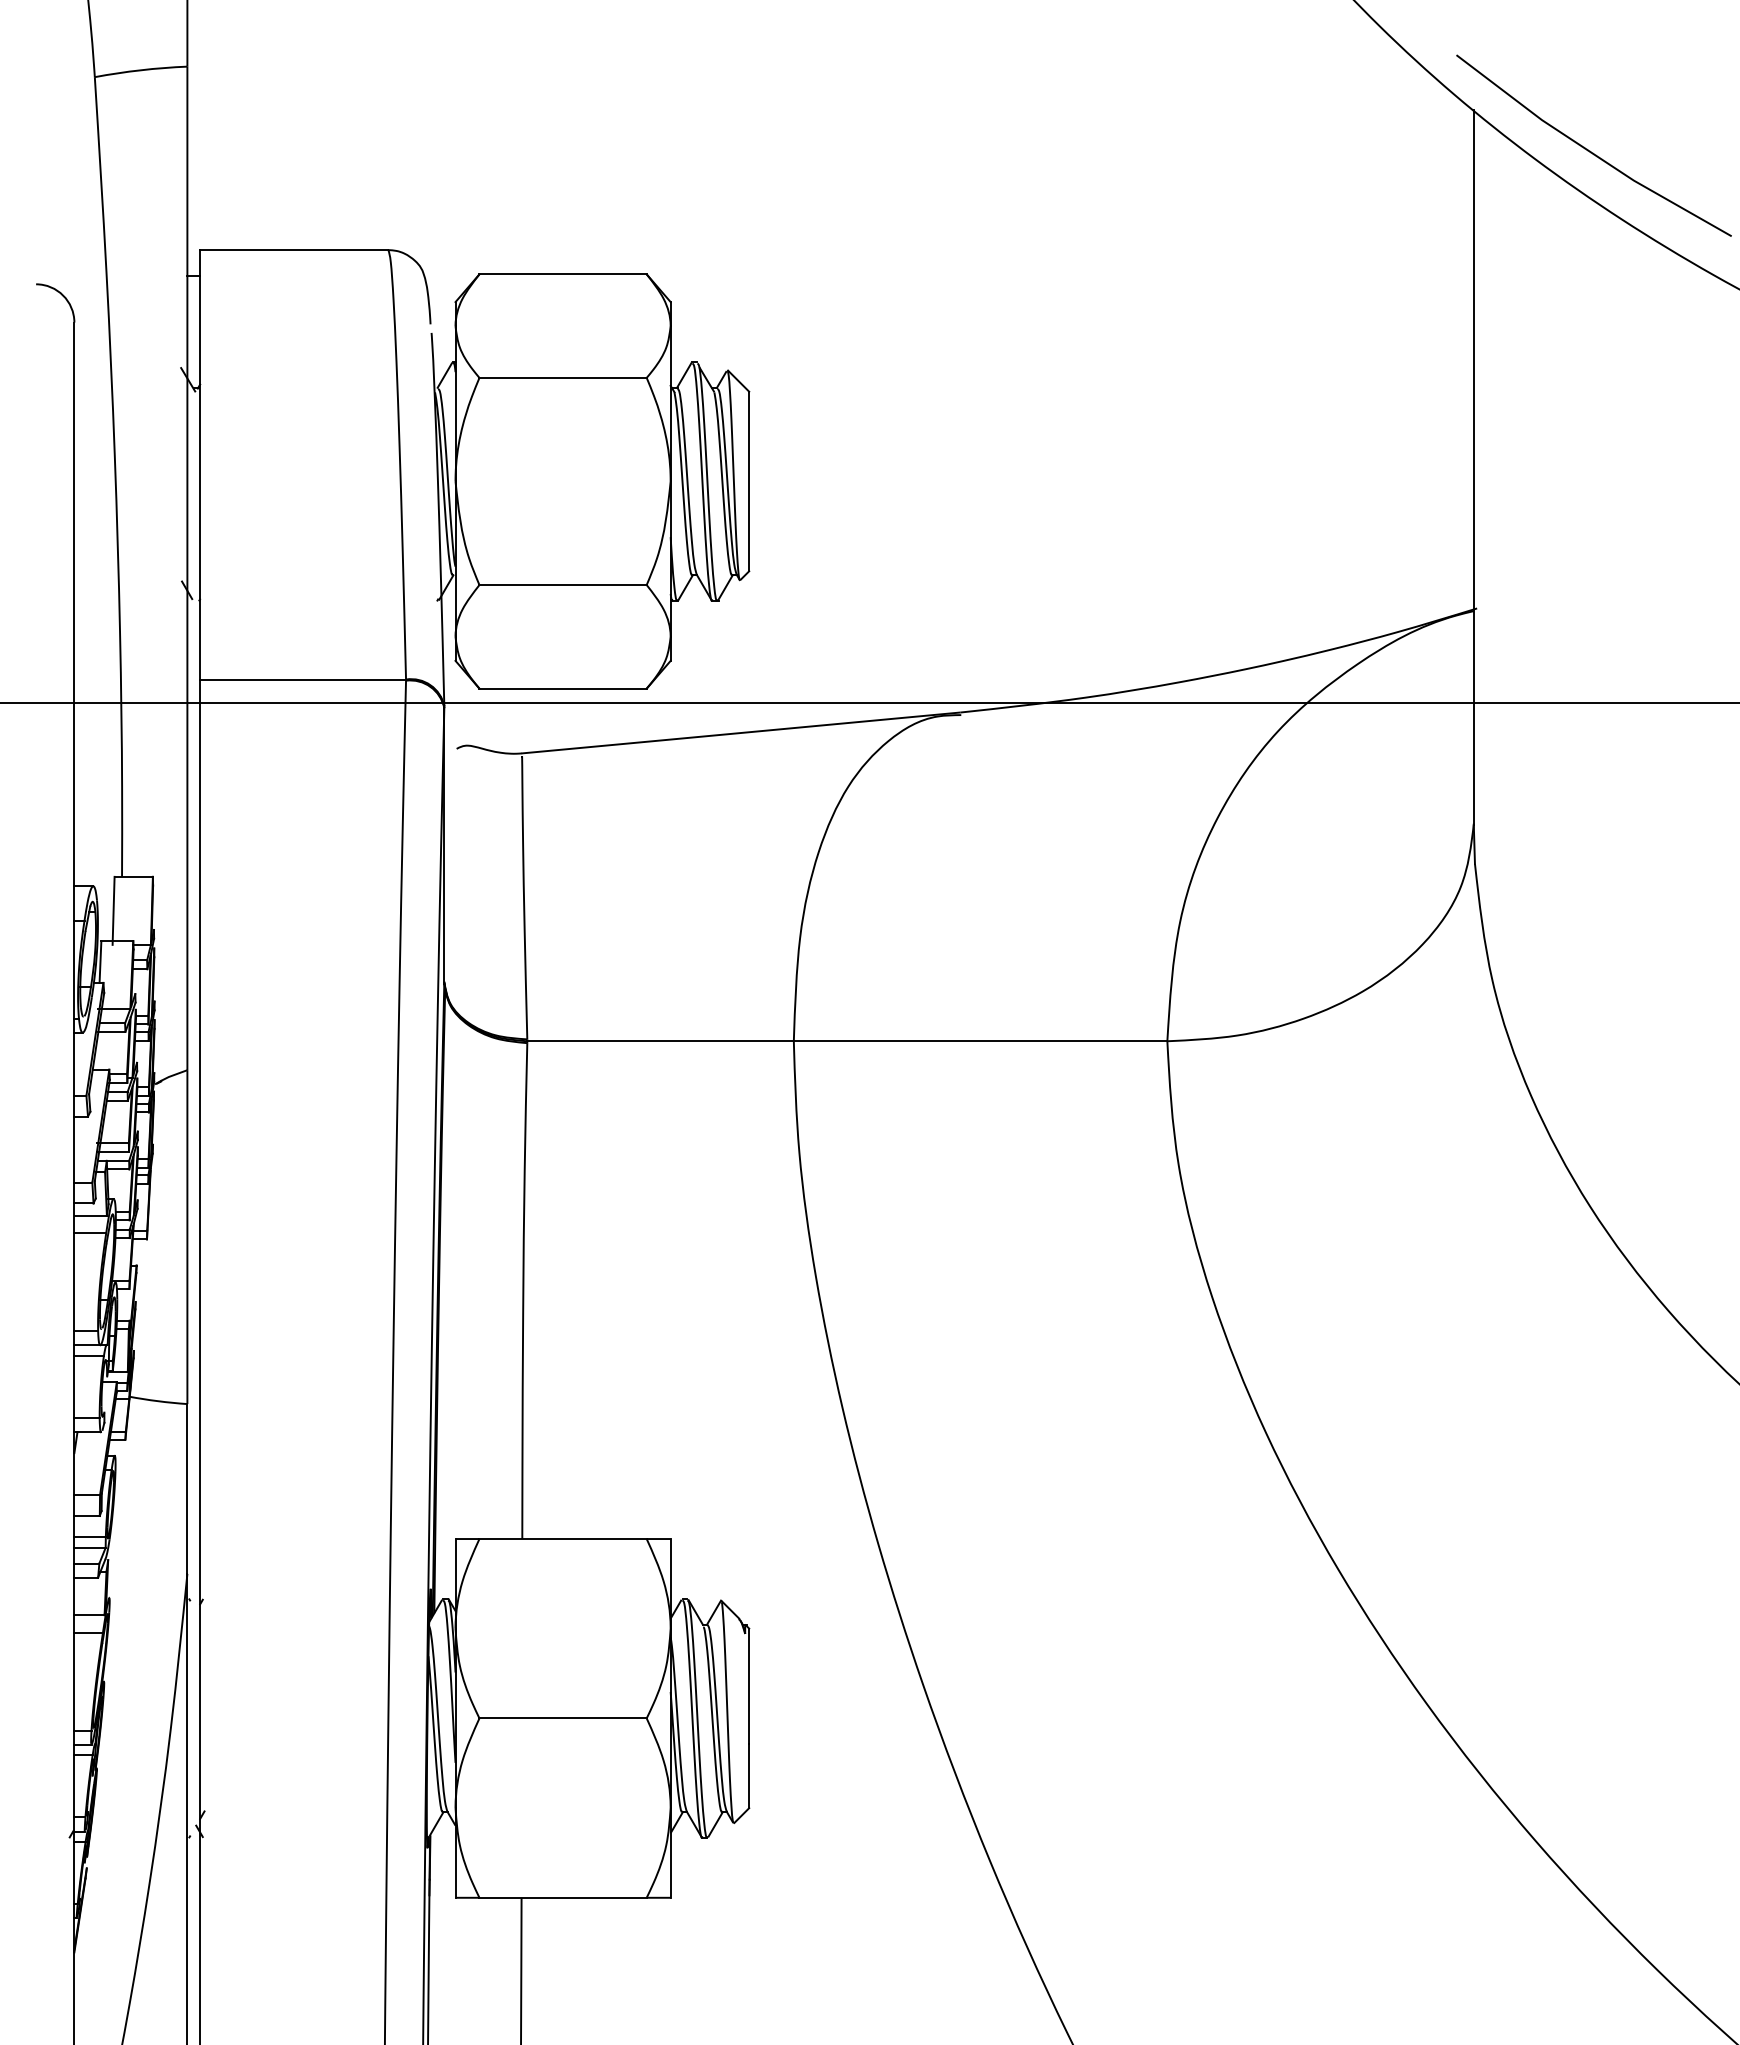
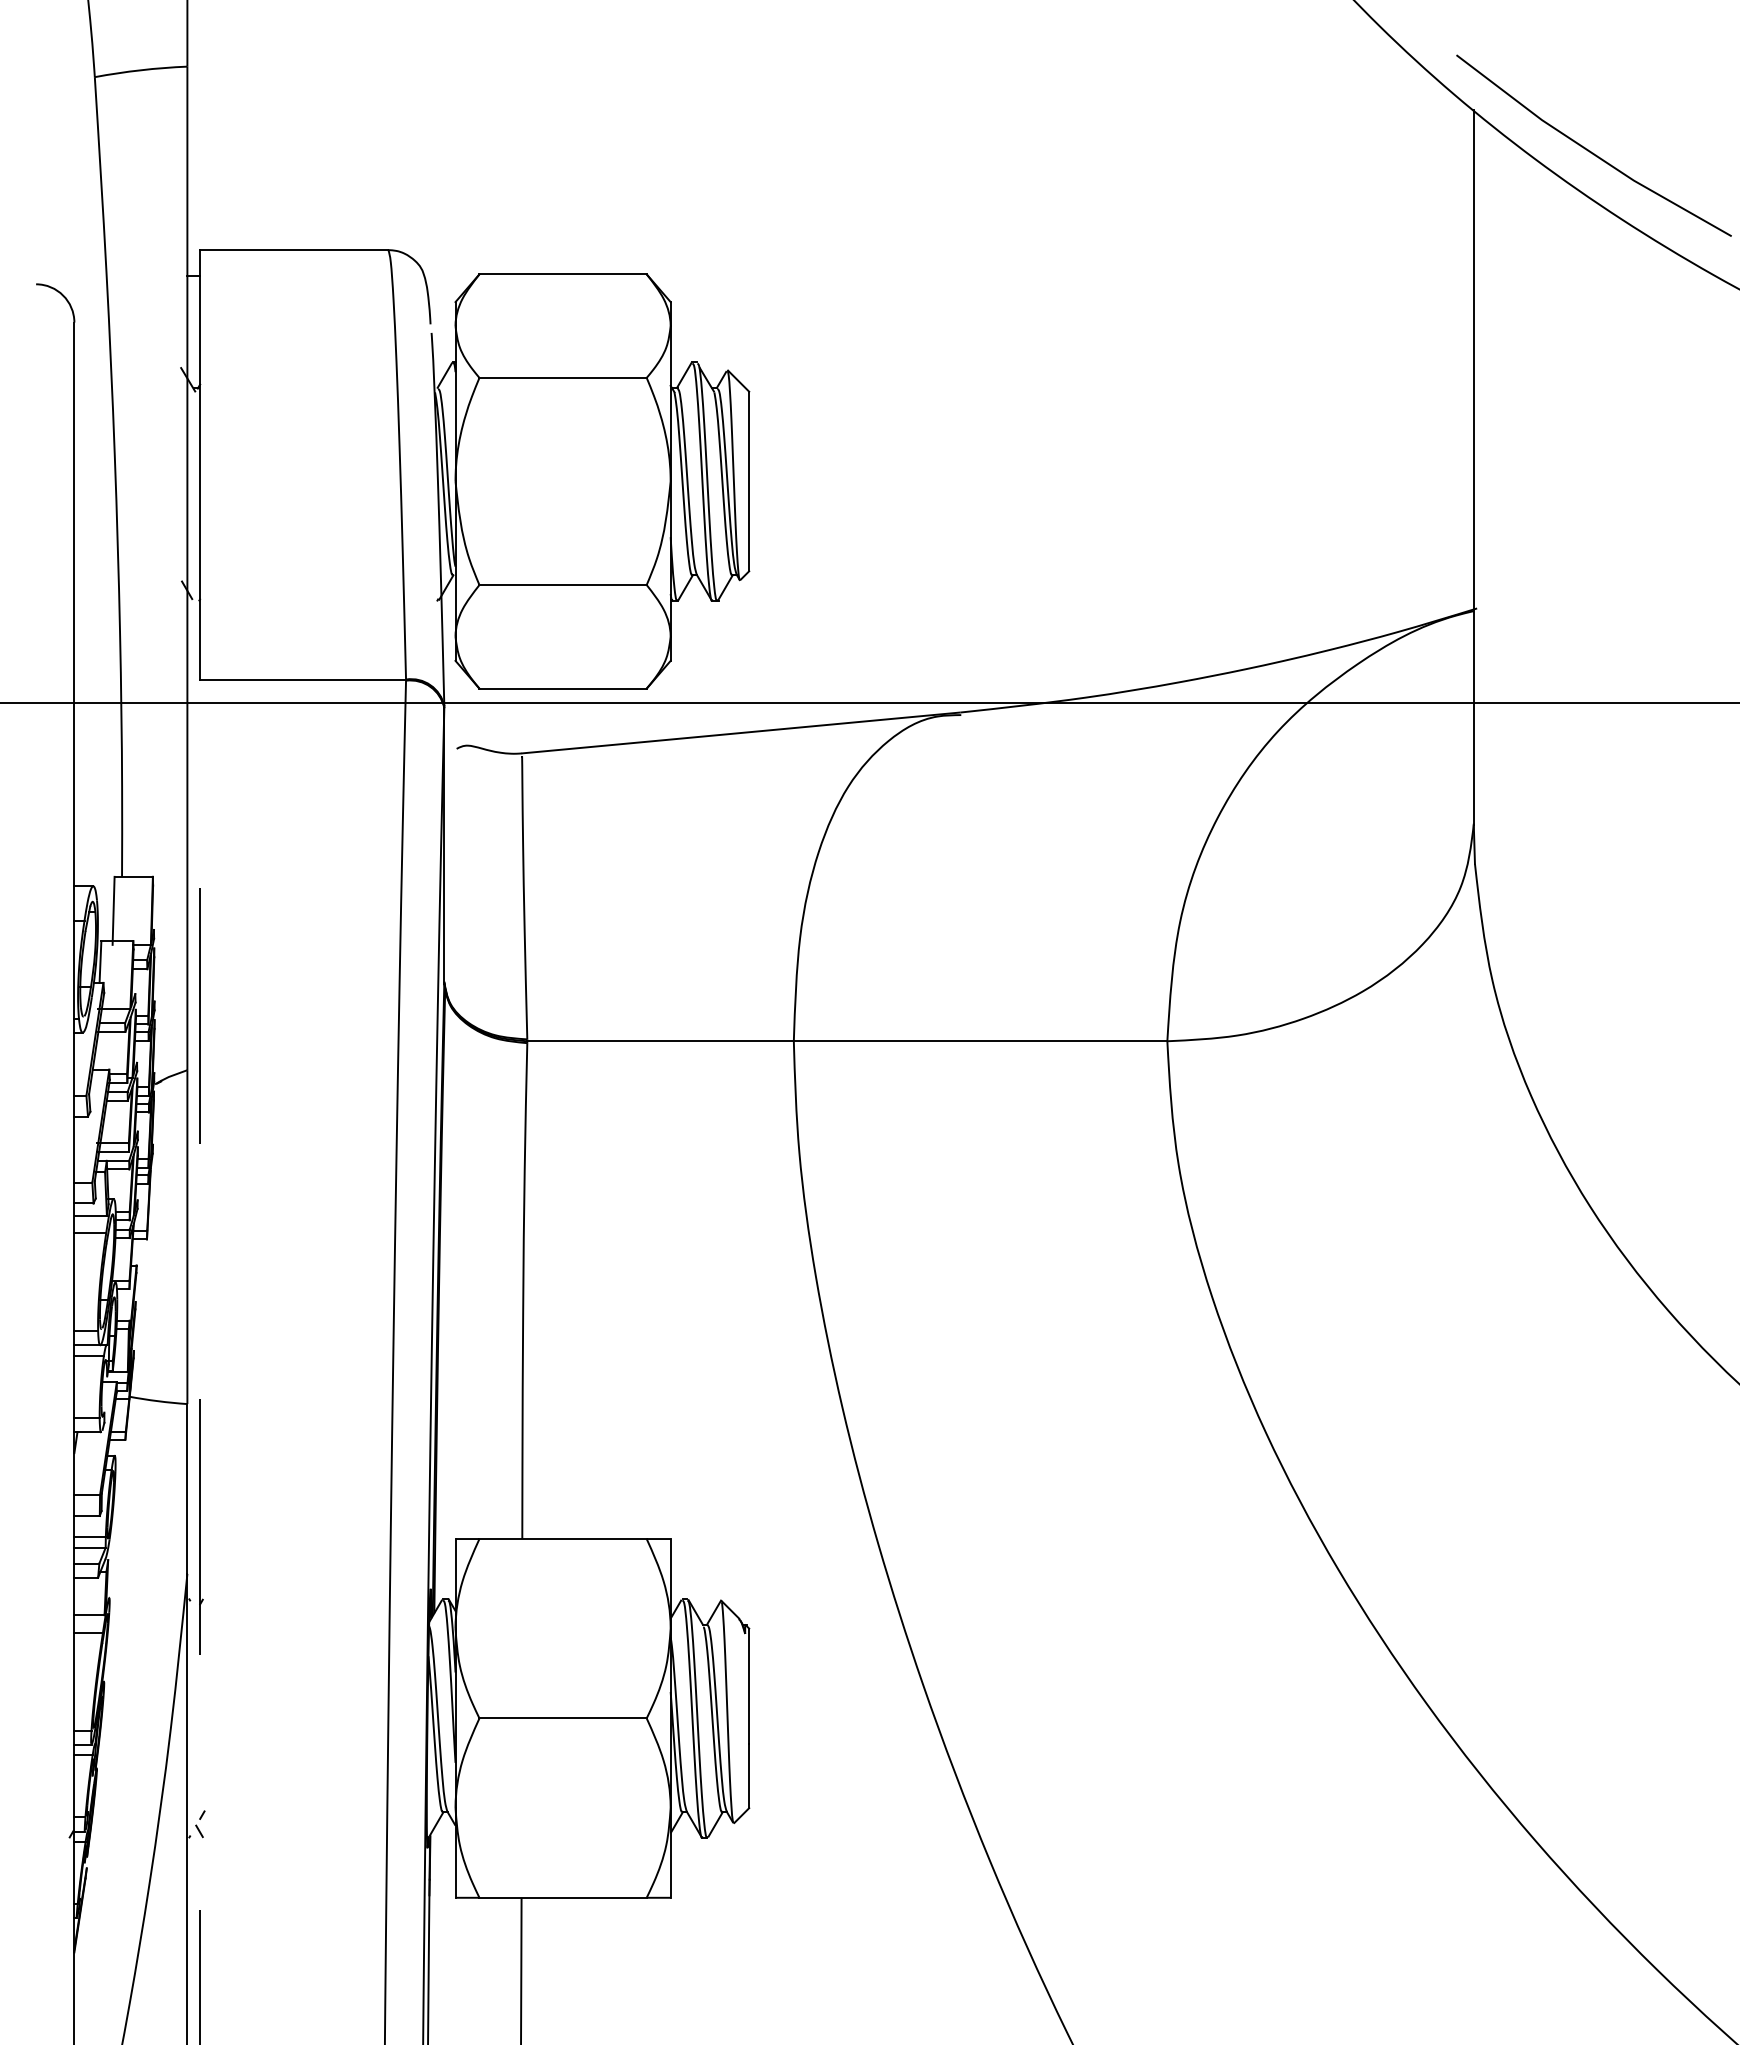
line at (200, 1362): solid -> dashed
